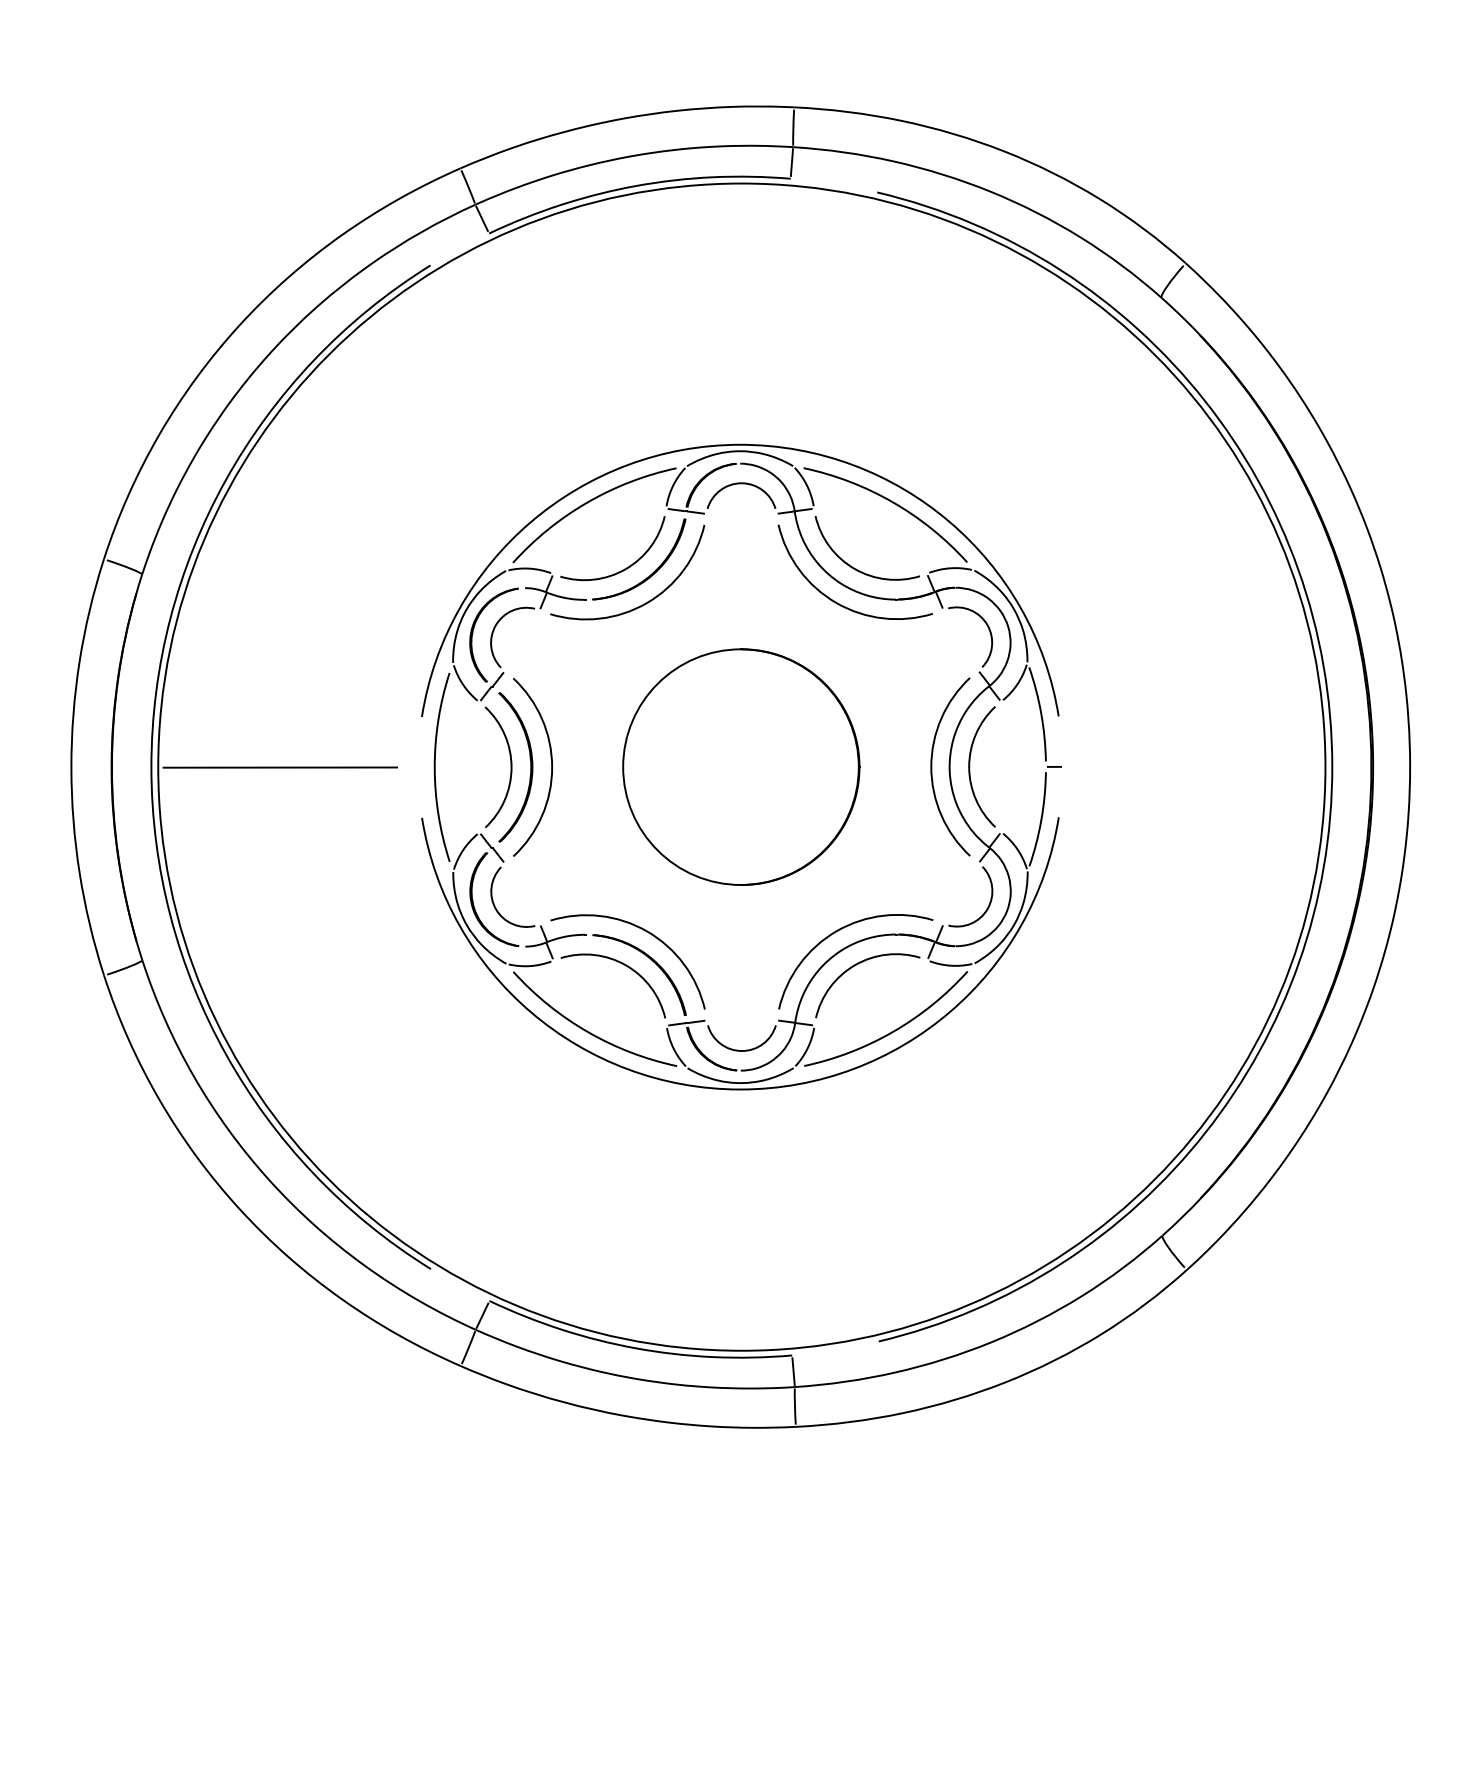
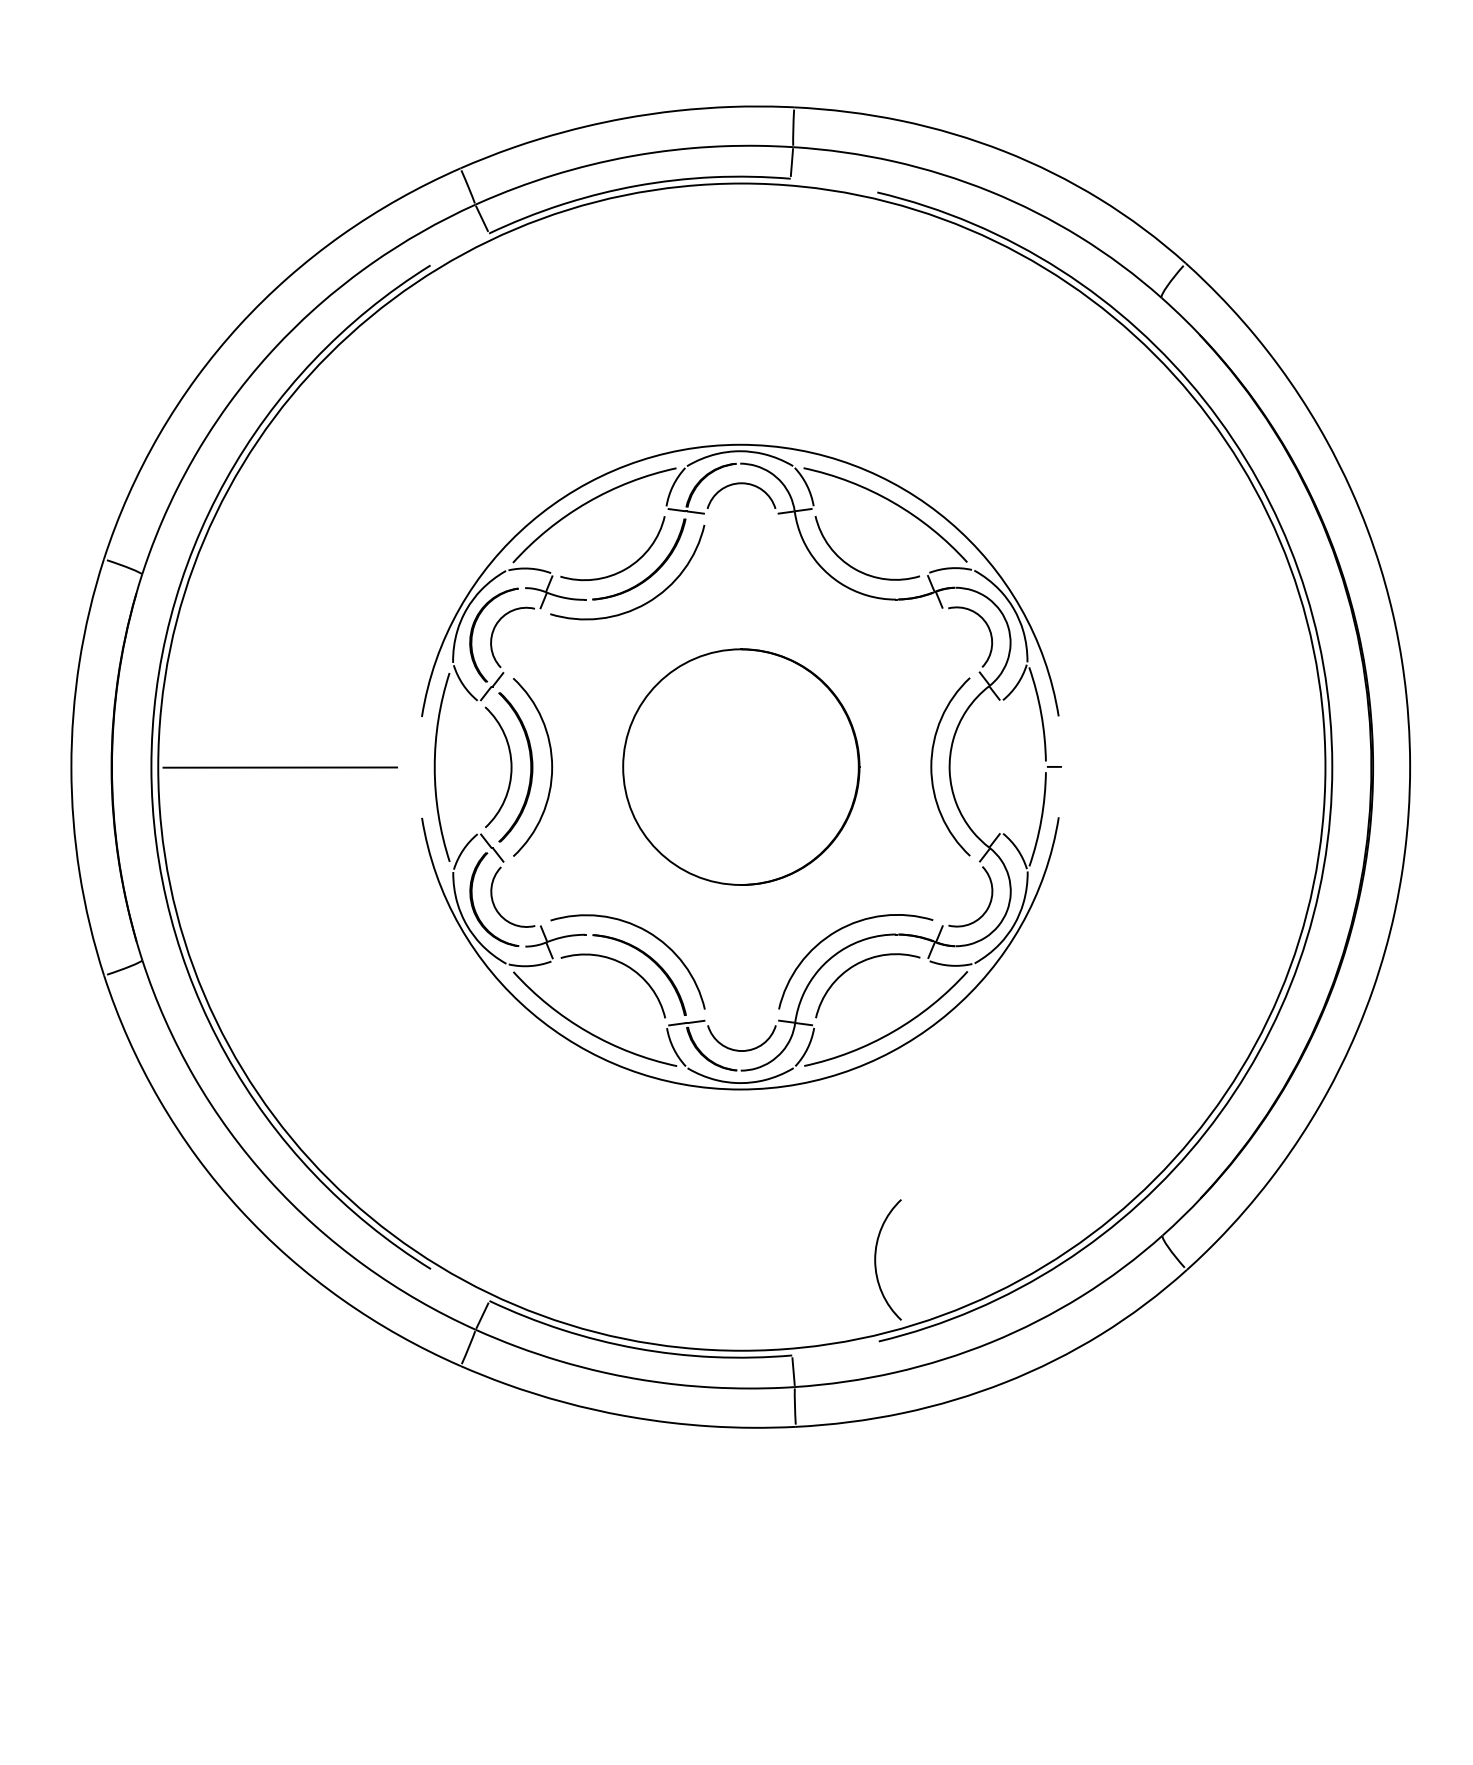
curve at (836, 601): present -> none
curve at (970, 766) position: (970, 766) -> (876, 1259)
